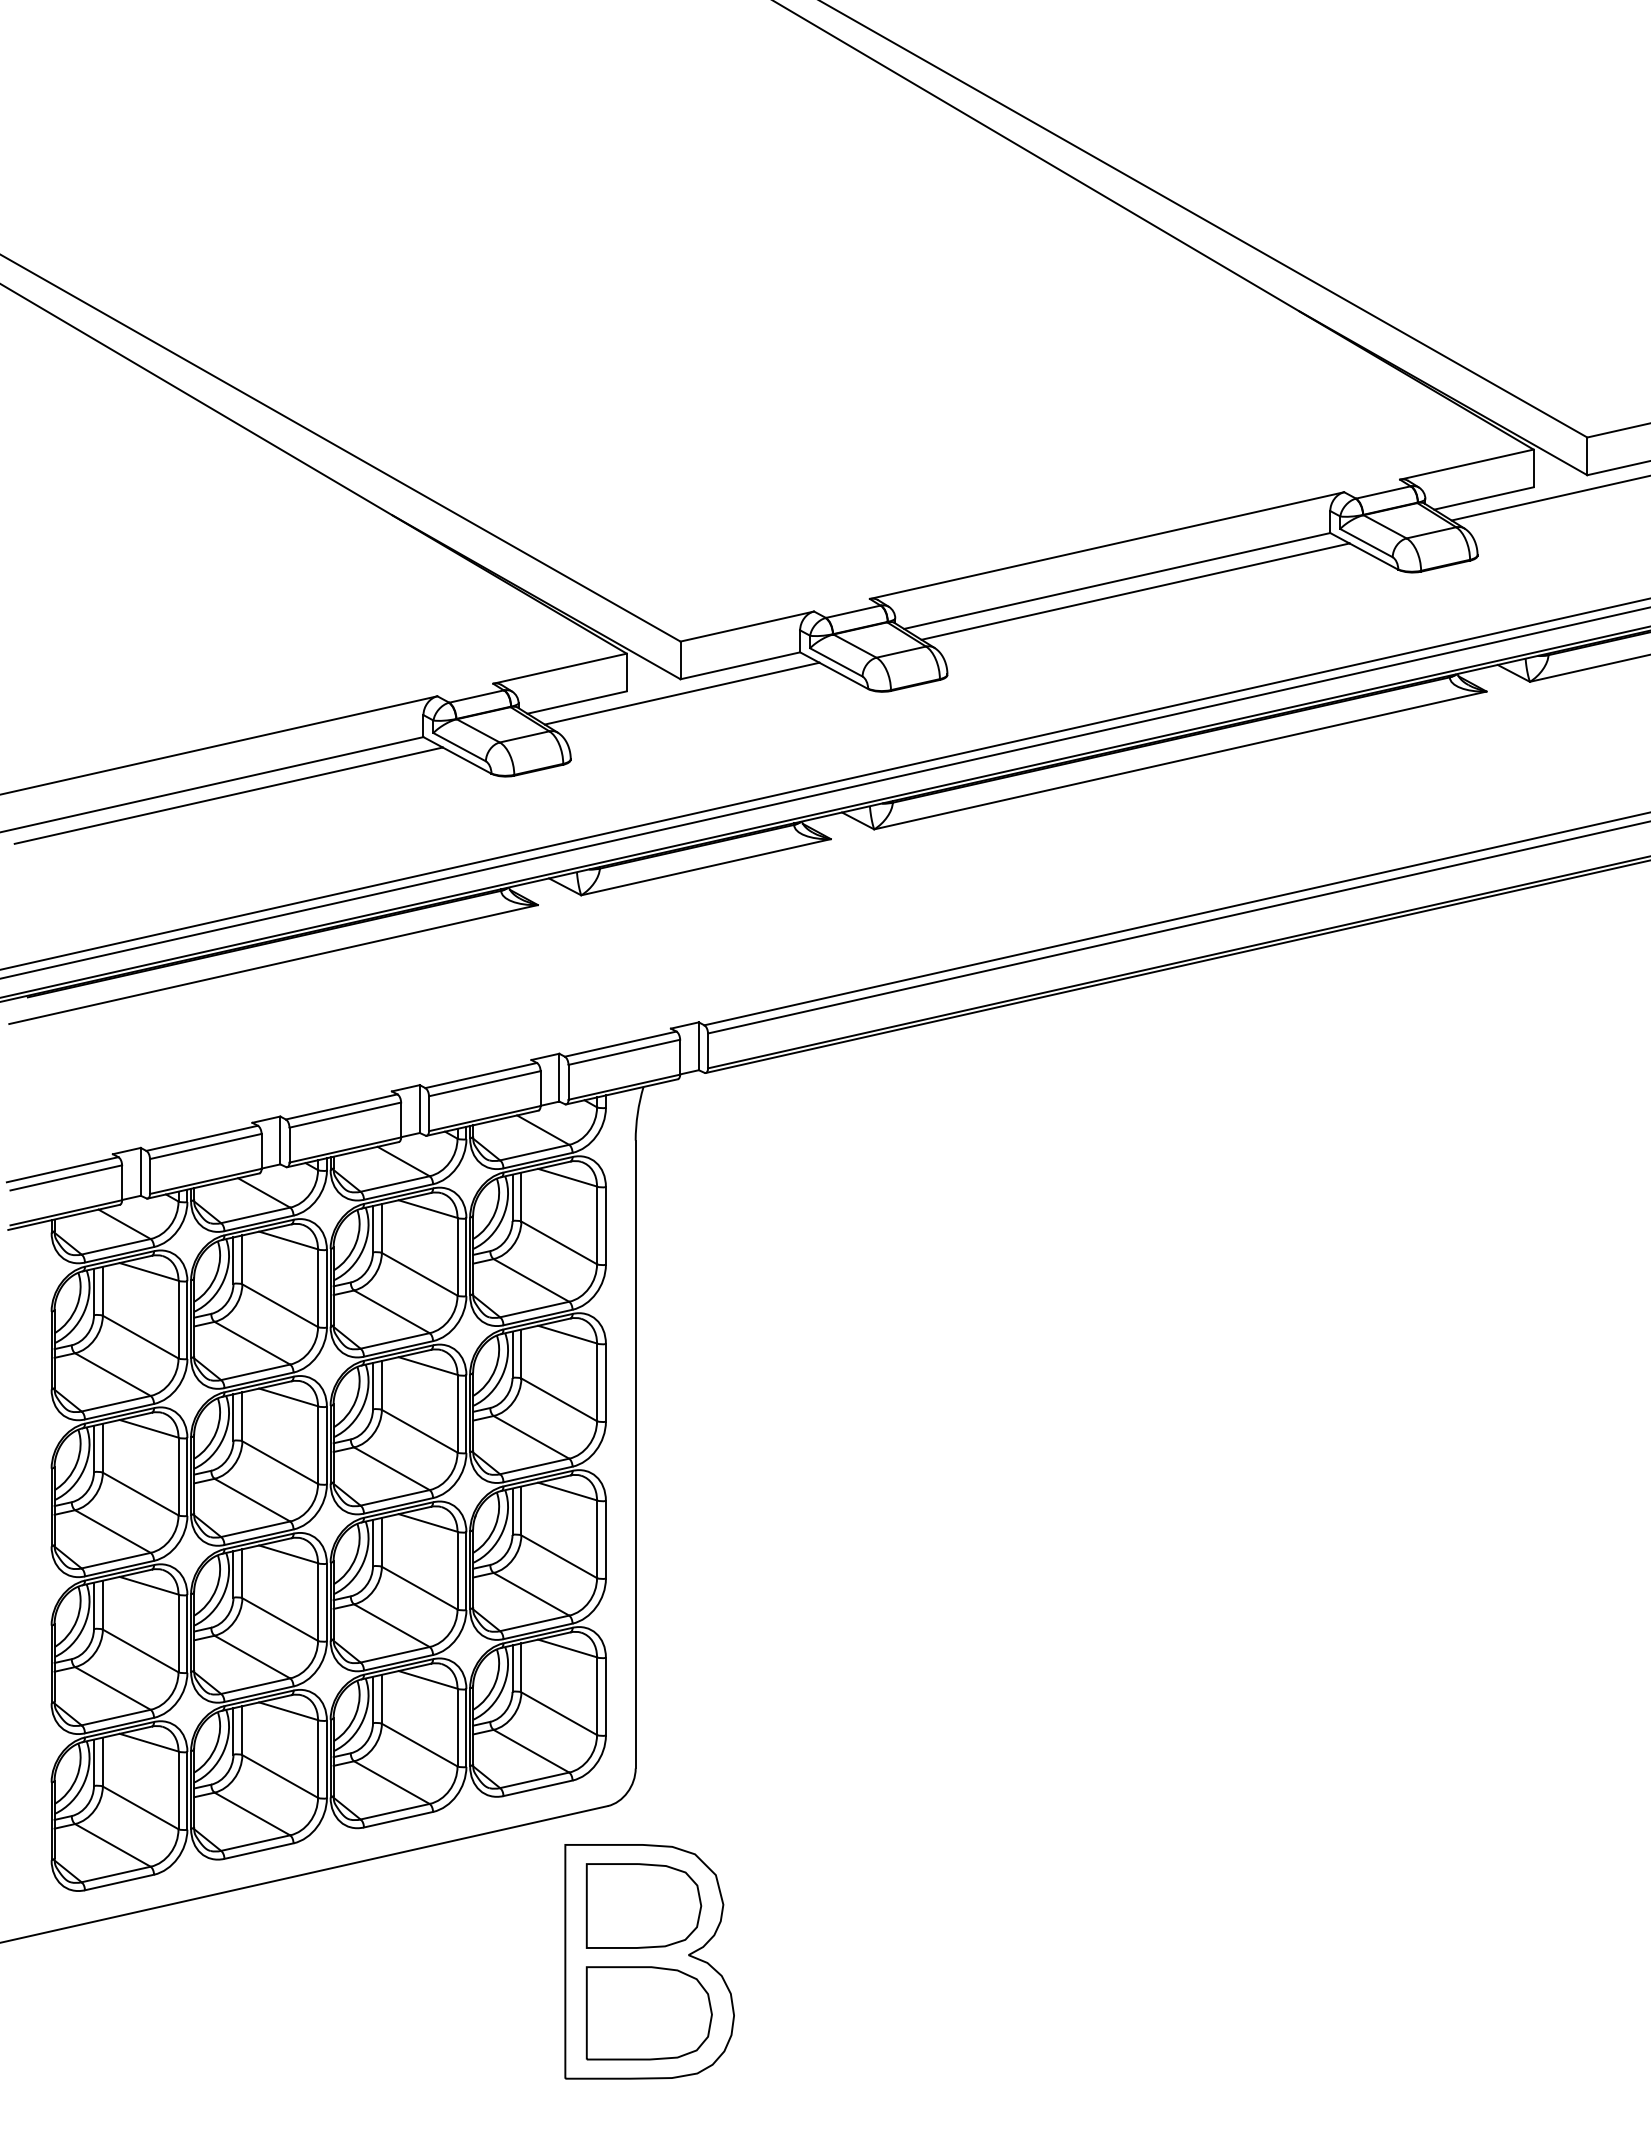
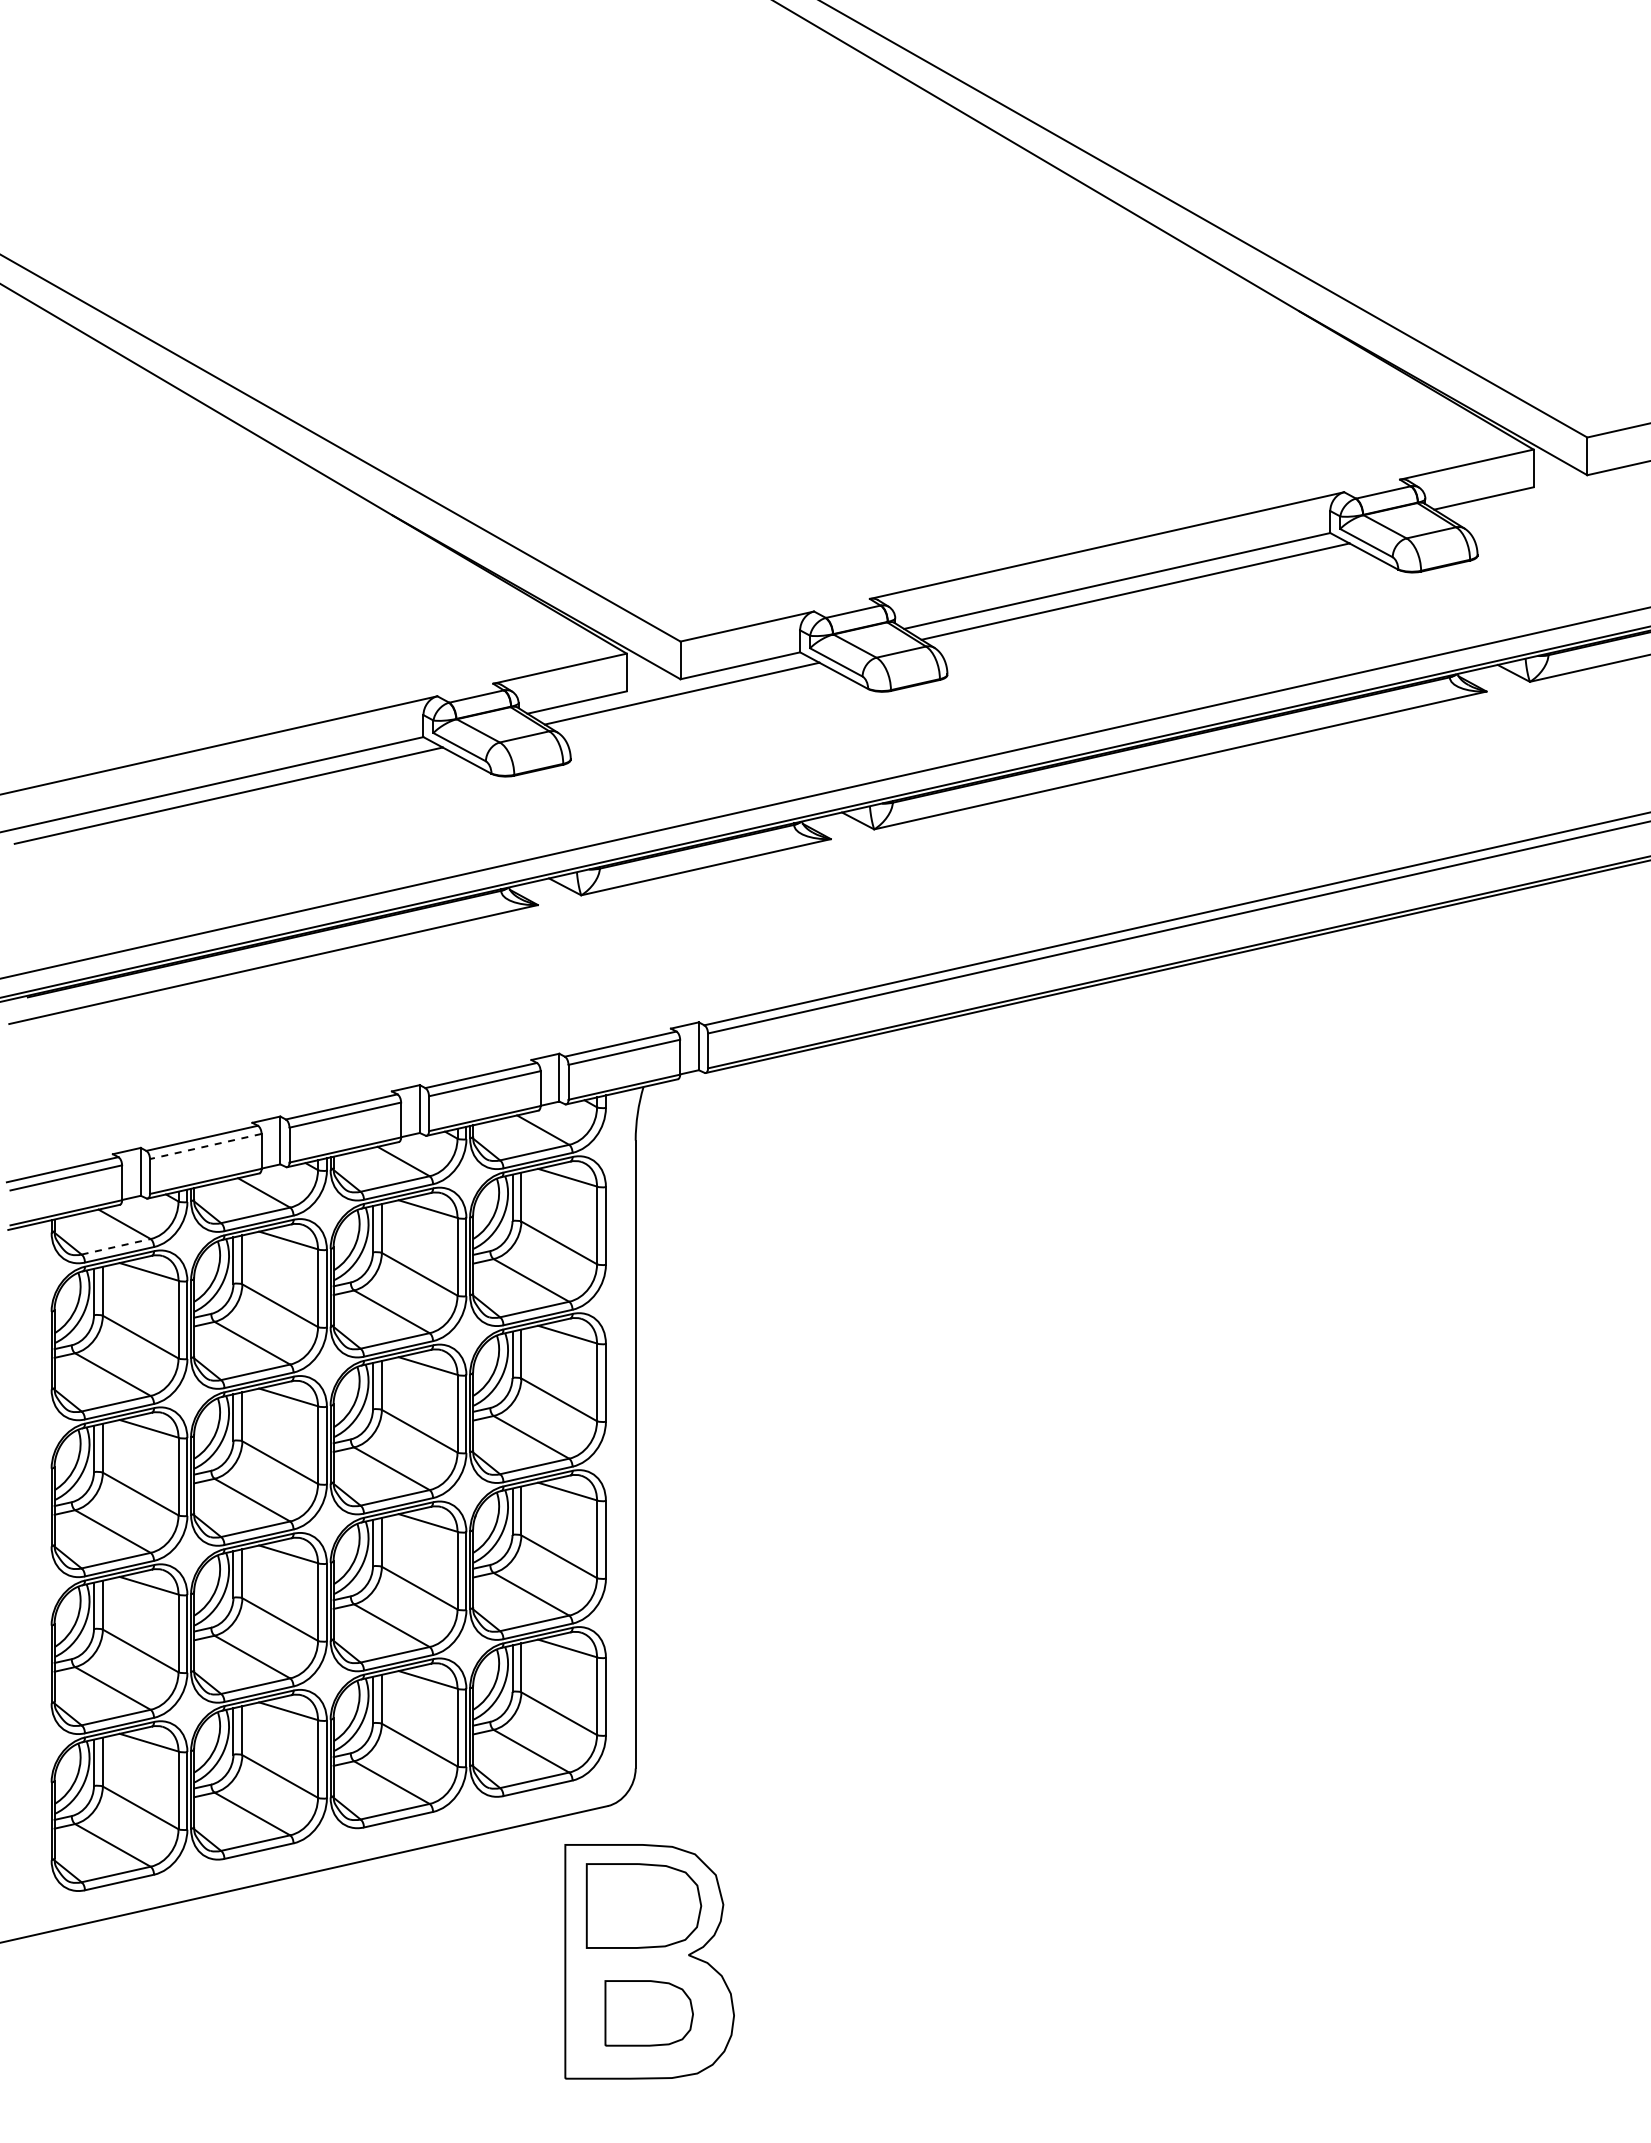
line at (1549, 498): present -> none
line at (824, 784): present -> none
line at (205, 1146): solid -> dashed
line at (116, 1246): solid -> dashed
part at (648, 2013) size: 128x95 px -> 90x67 px
